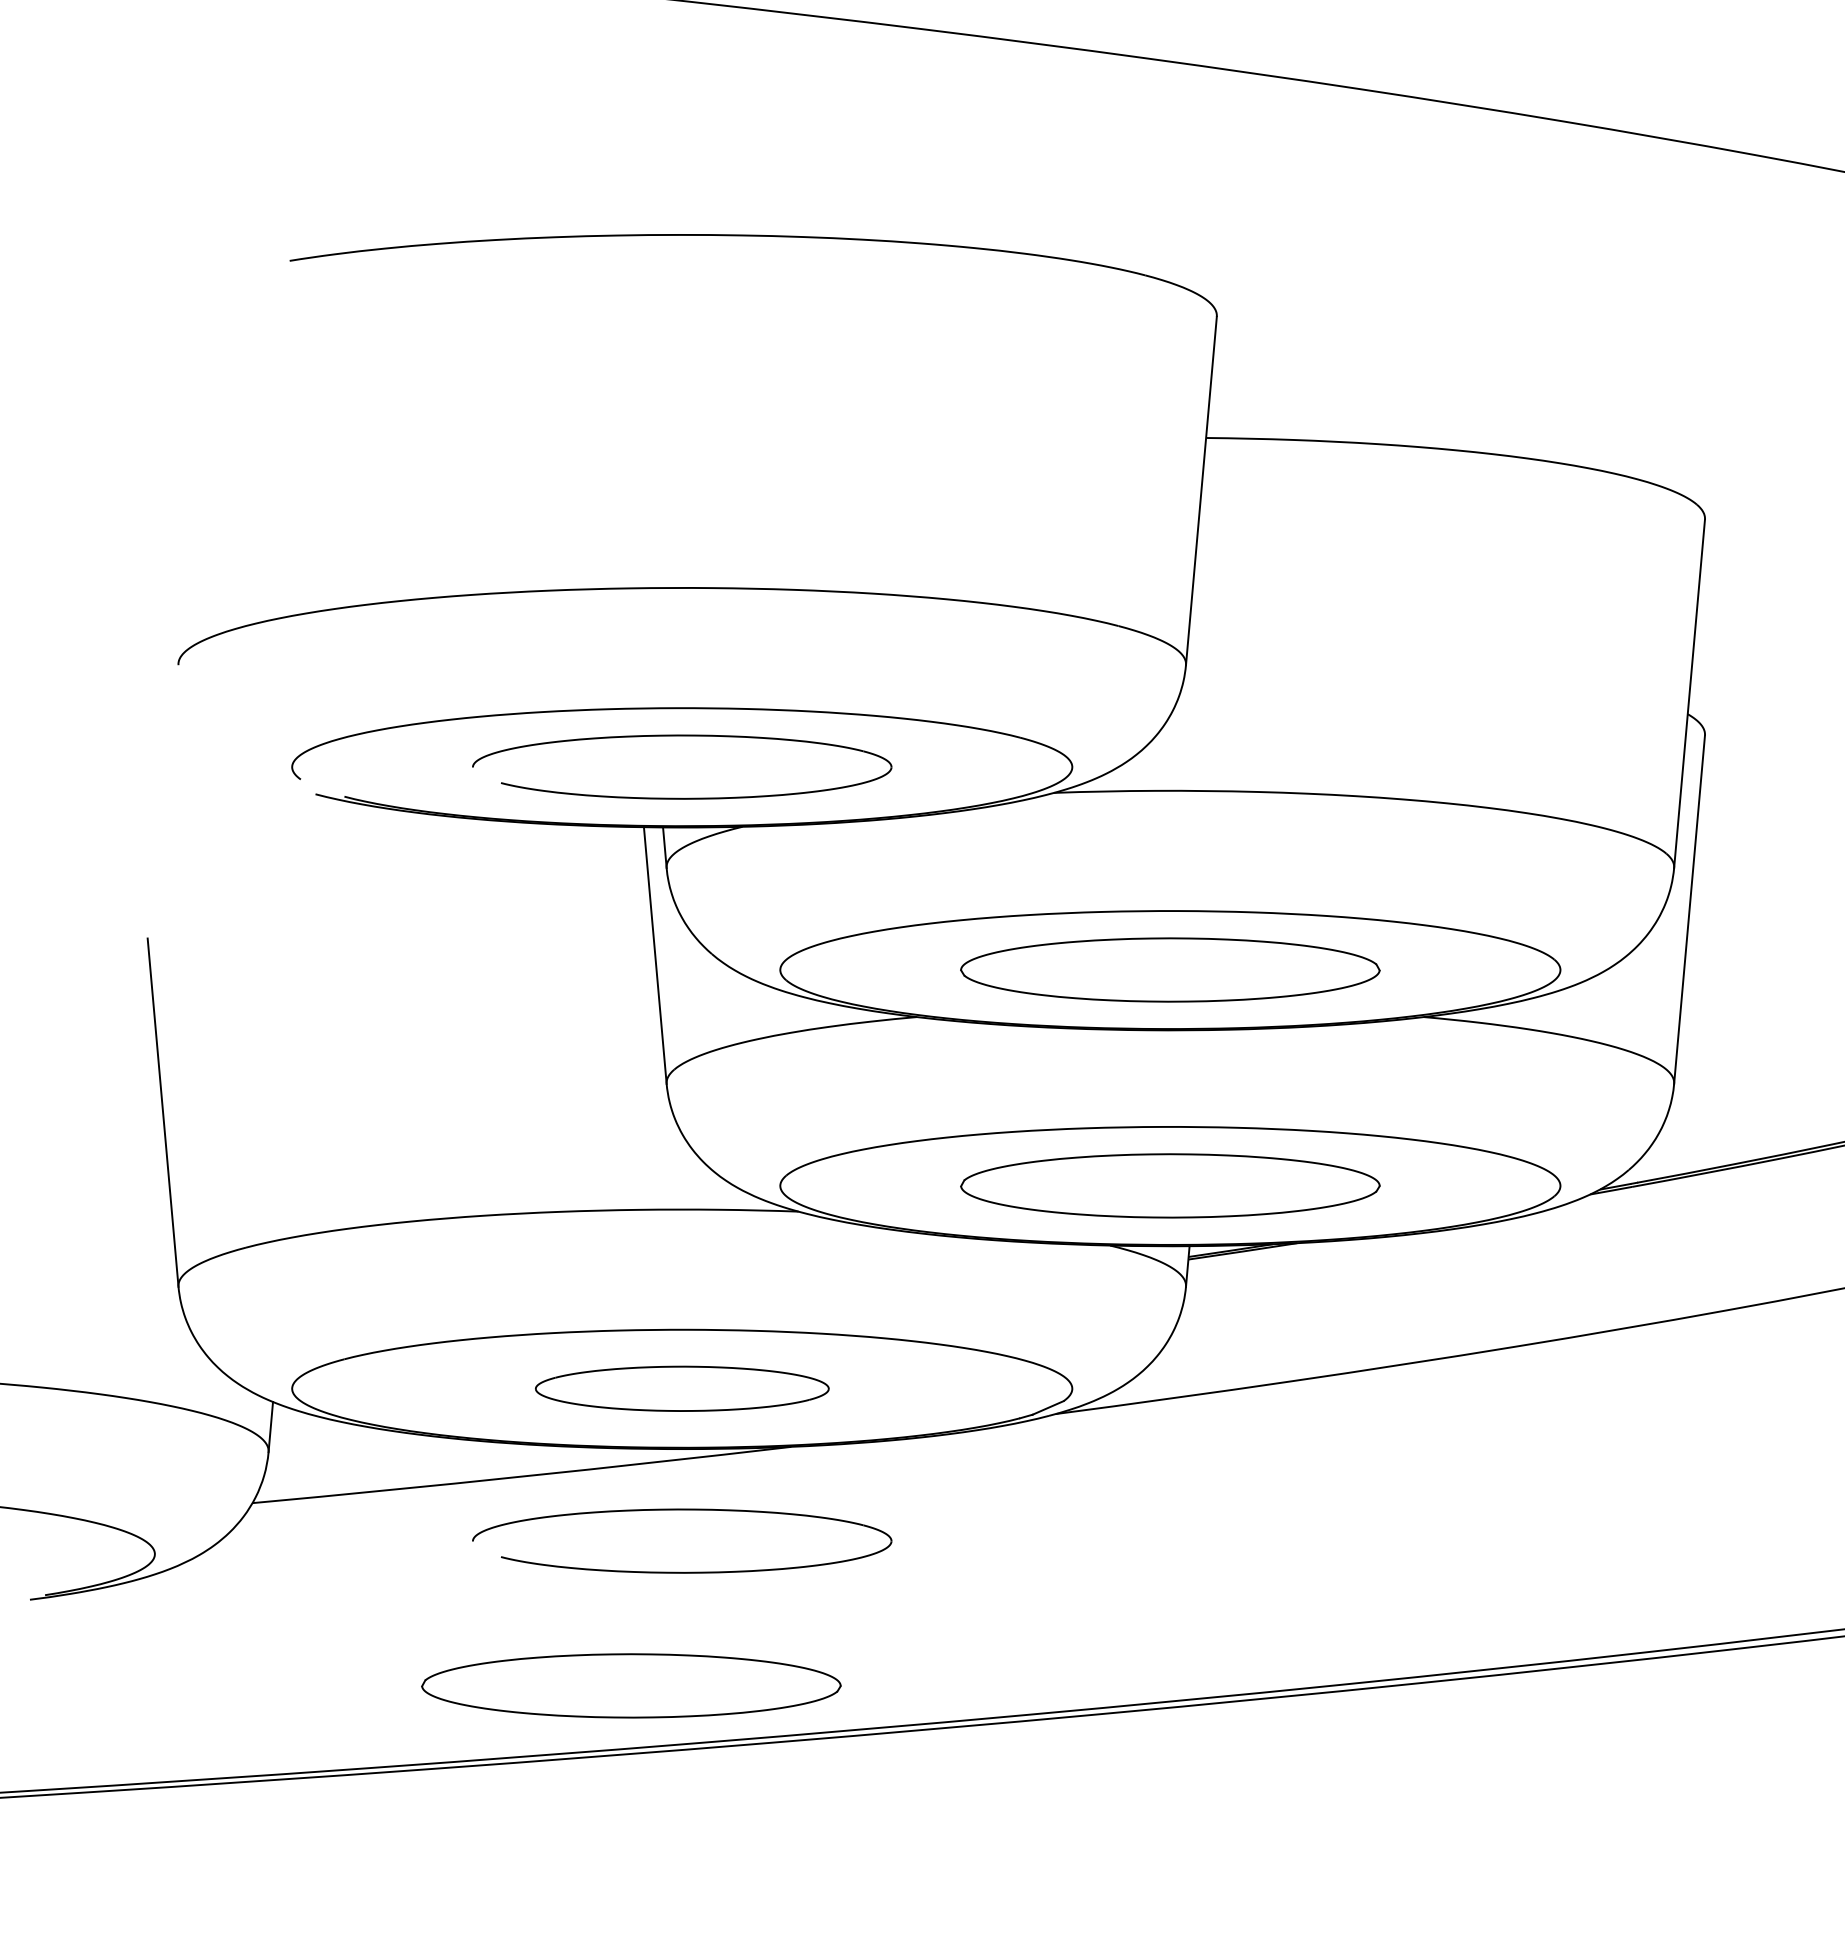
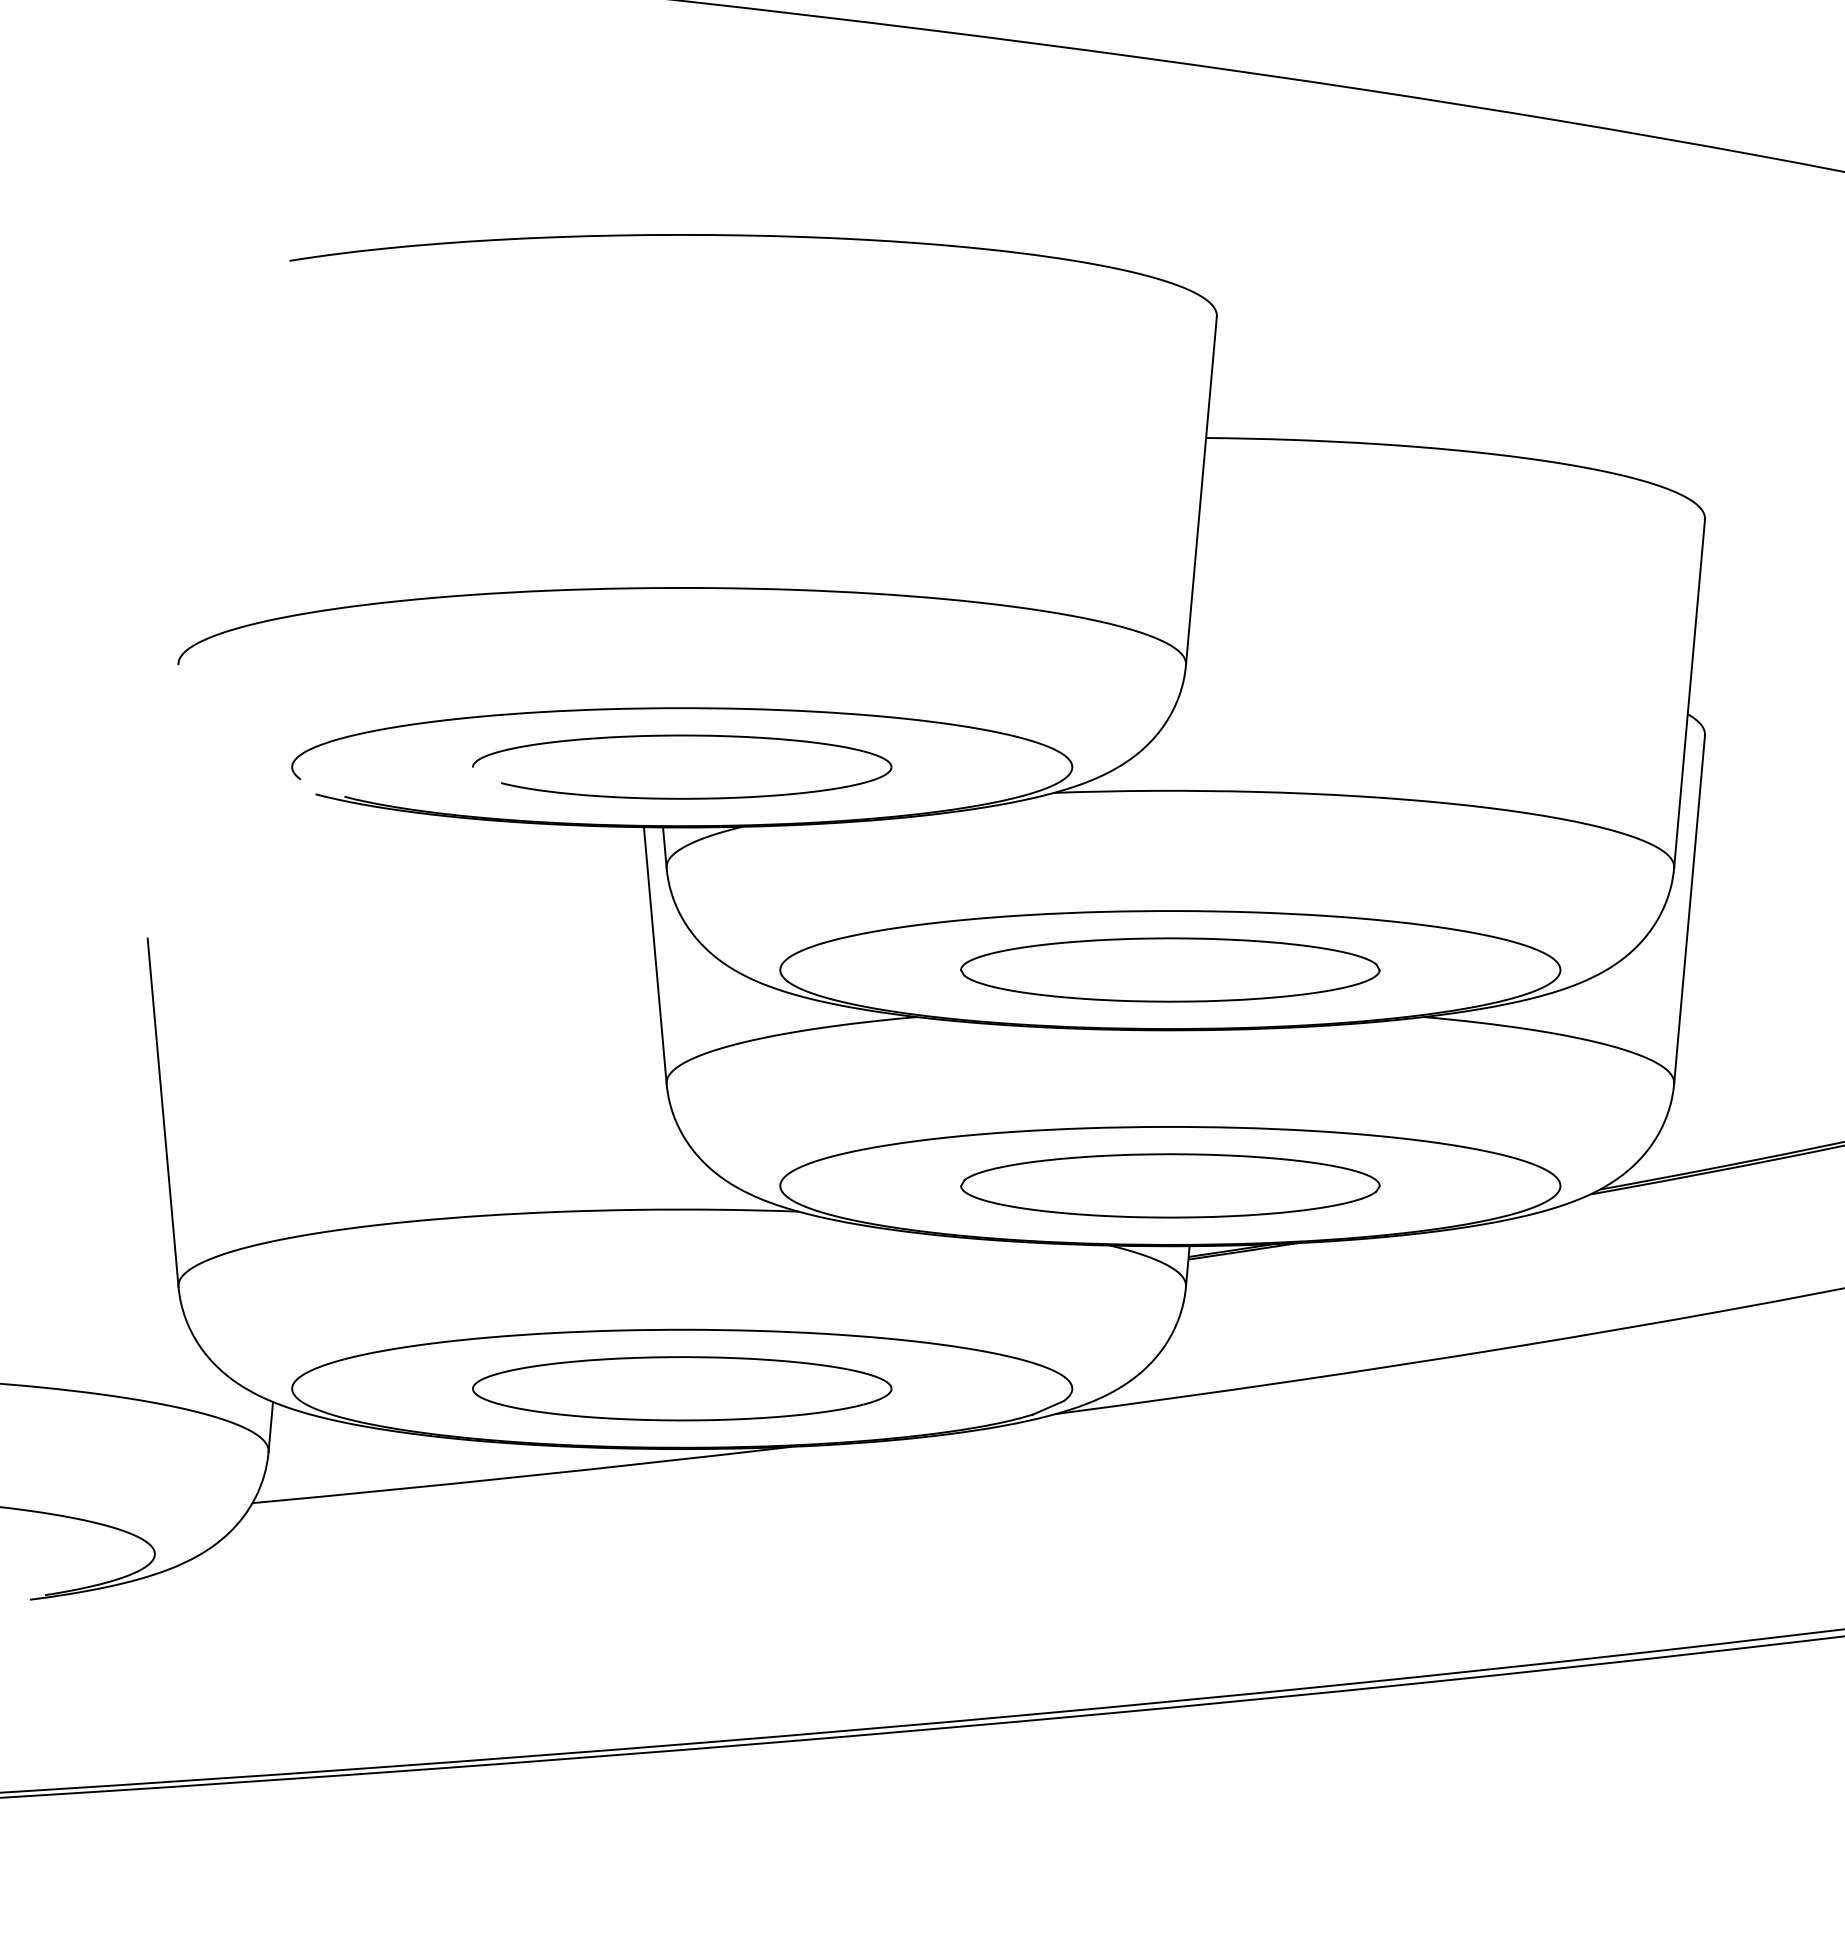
part at (682, 1388) size: 295x47 px -> 421x66 px
part at (682, 1510): present -> none
part at (631, 1685): present -> none
